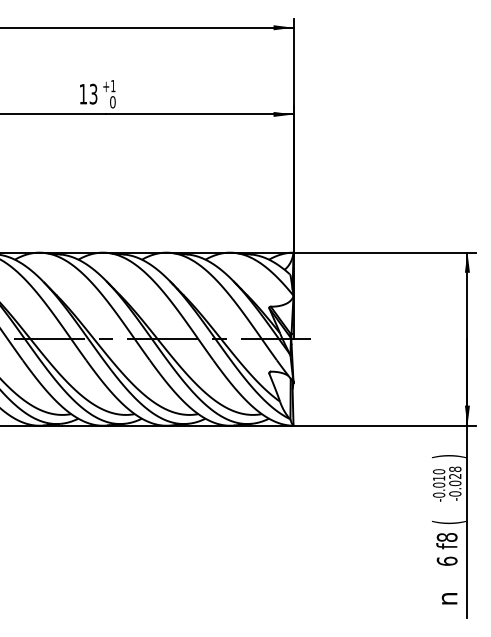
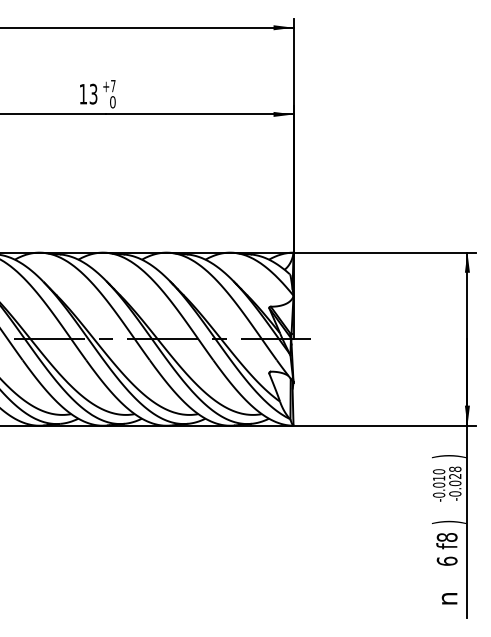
text at (113, 86): +1 -> +7
text at (448, 522): ( -> )
